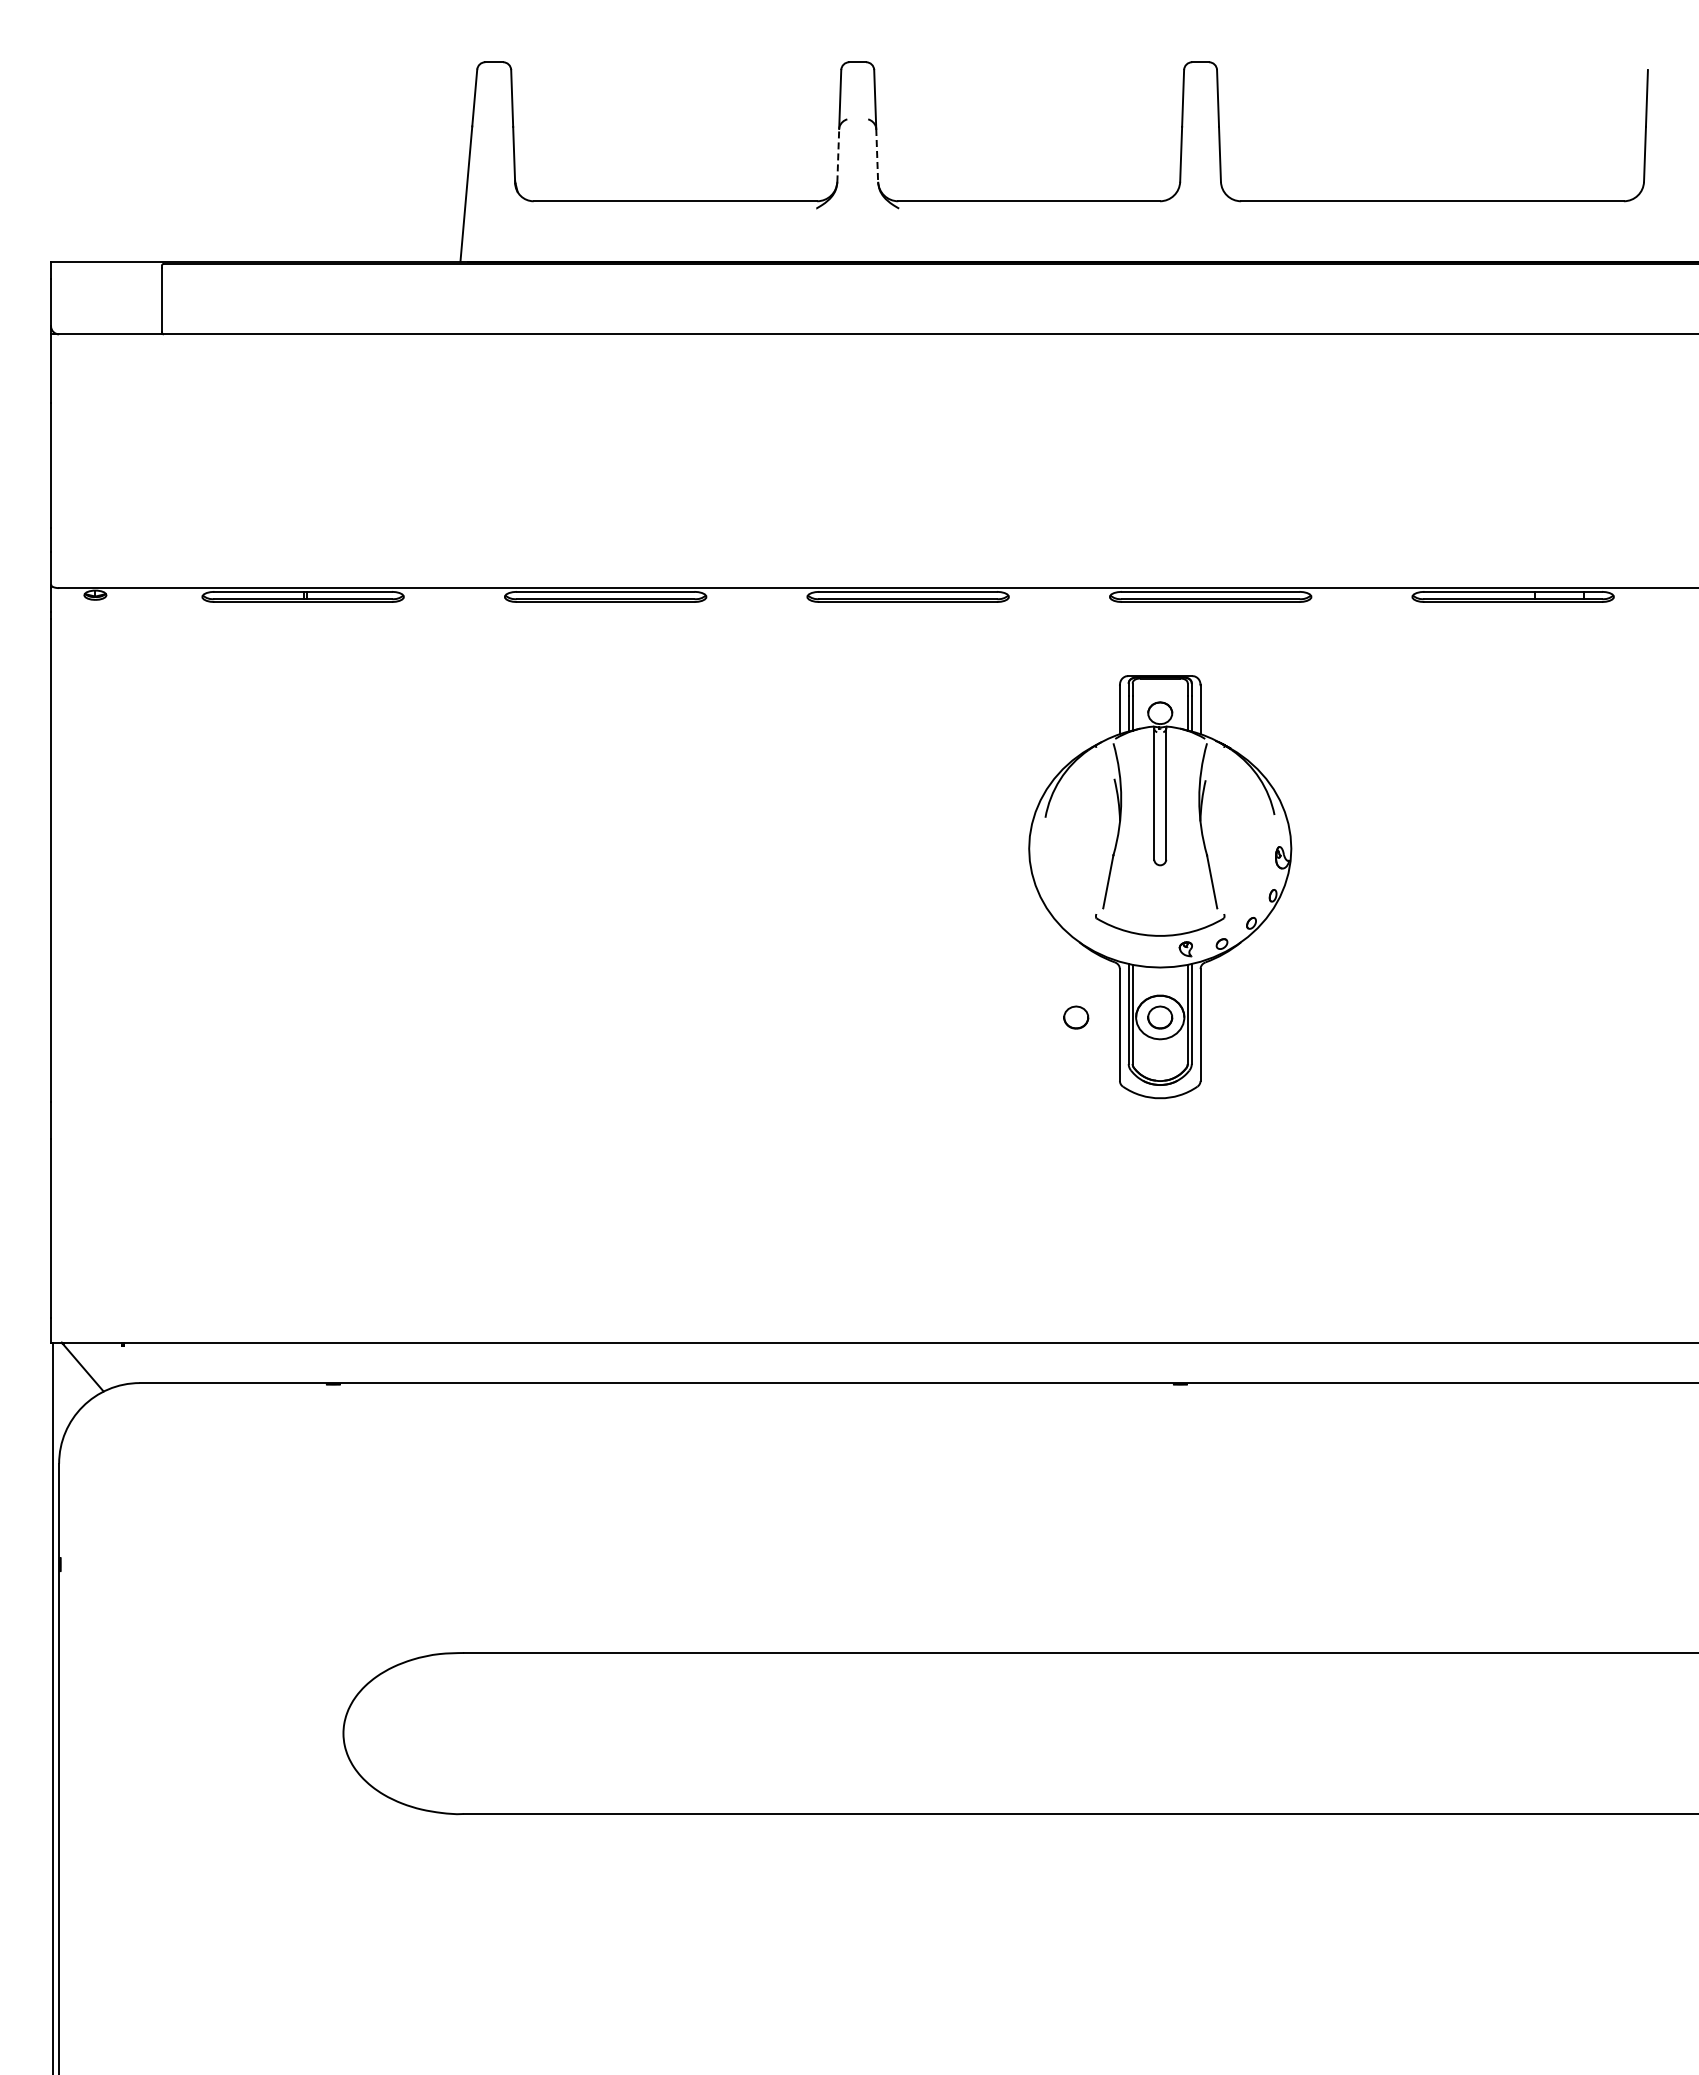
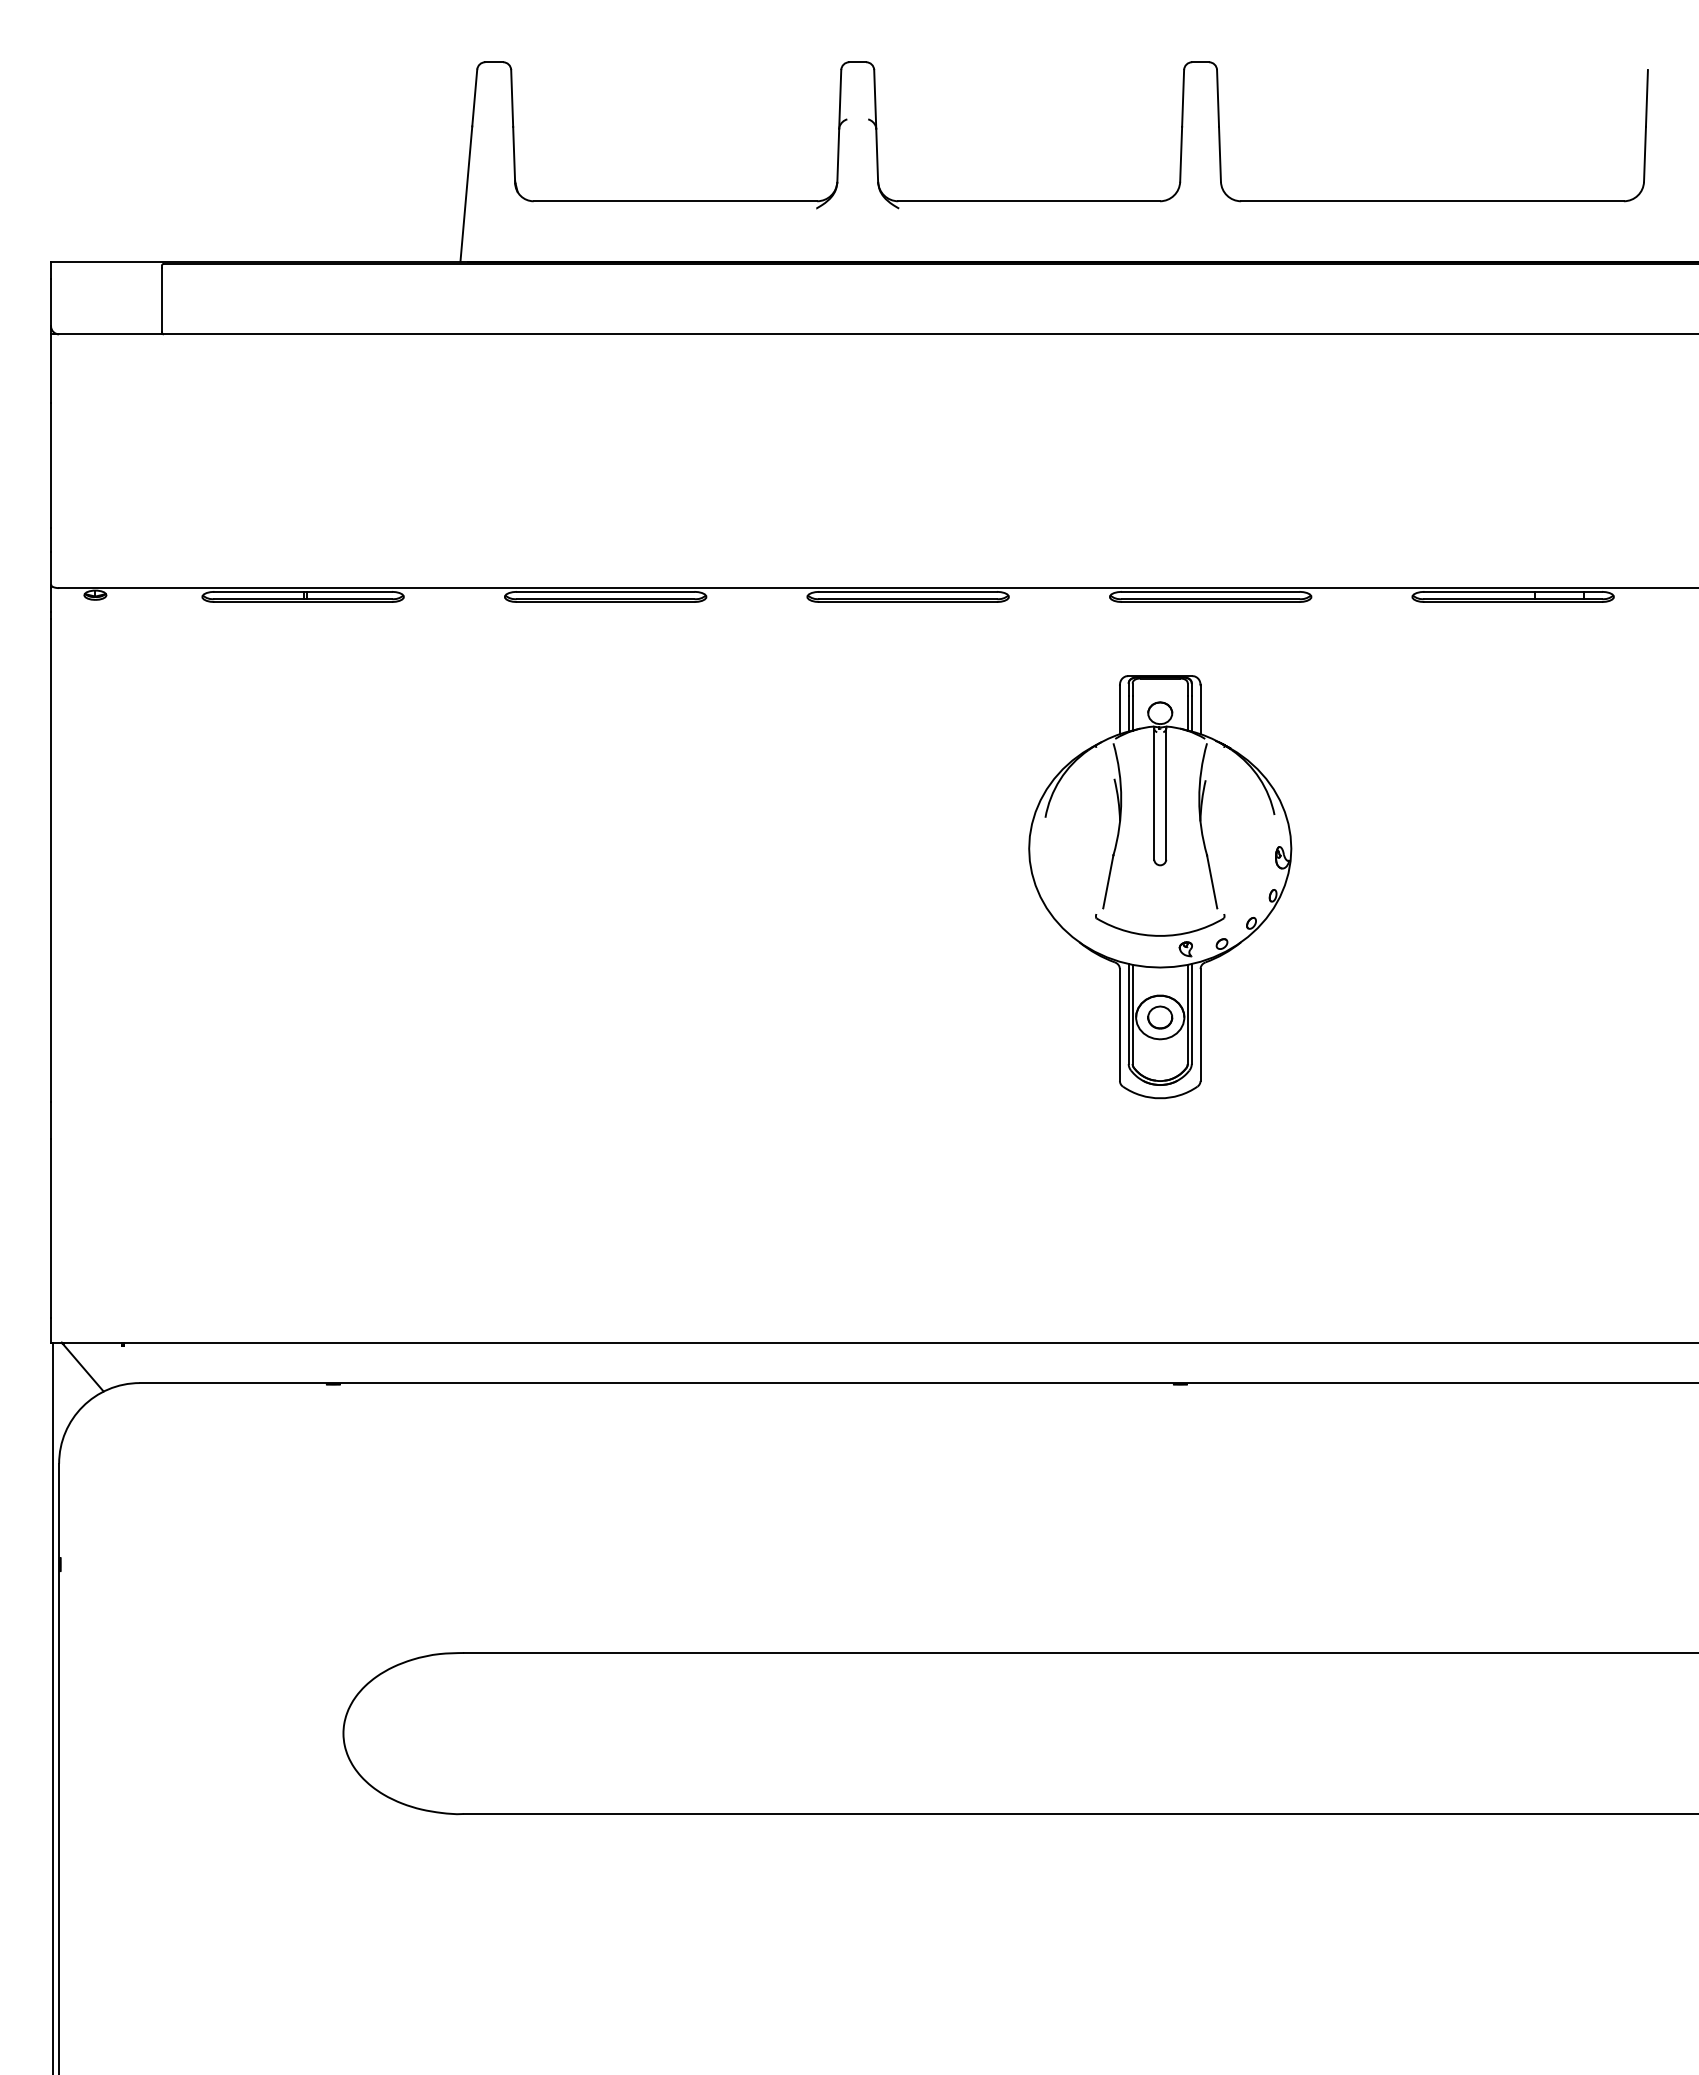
line at (838, 155): dashed -> solid
line at (877, 155): dashed -> solid
part at (1076, 1017): present -> none
